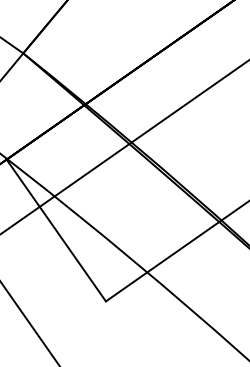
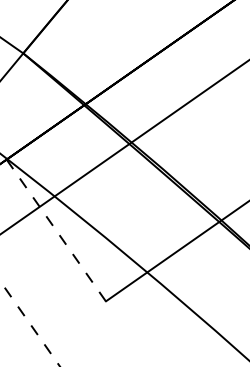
line at (56, 230): solid -> dashed
line at (30, 324): solid -> dashed
